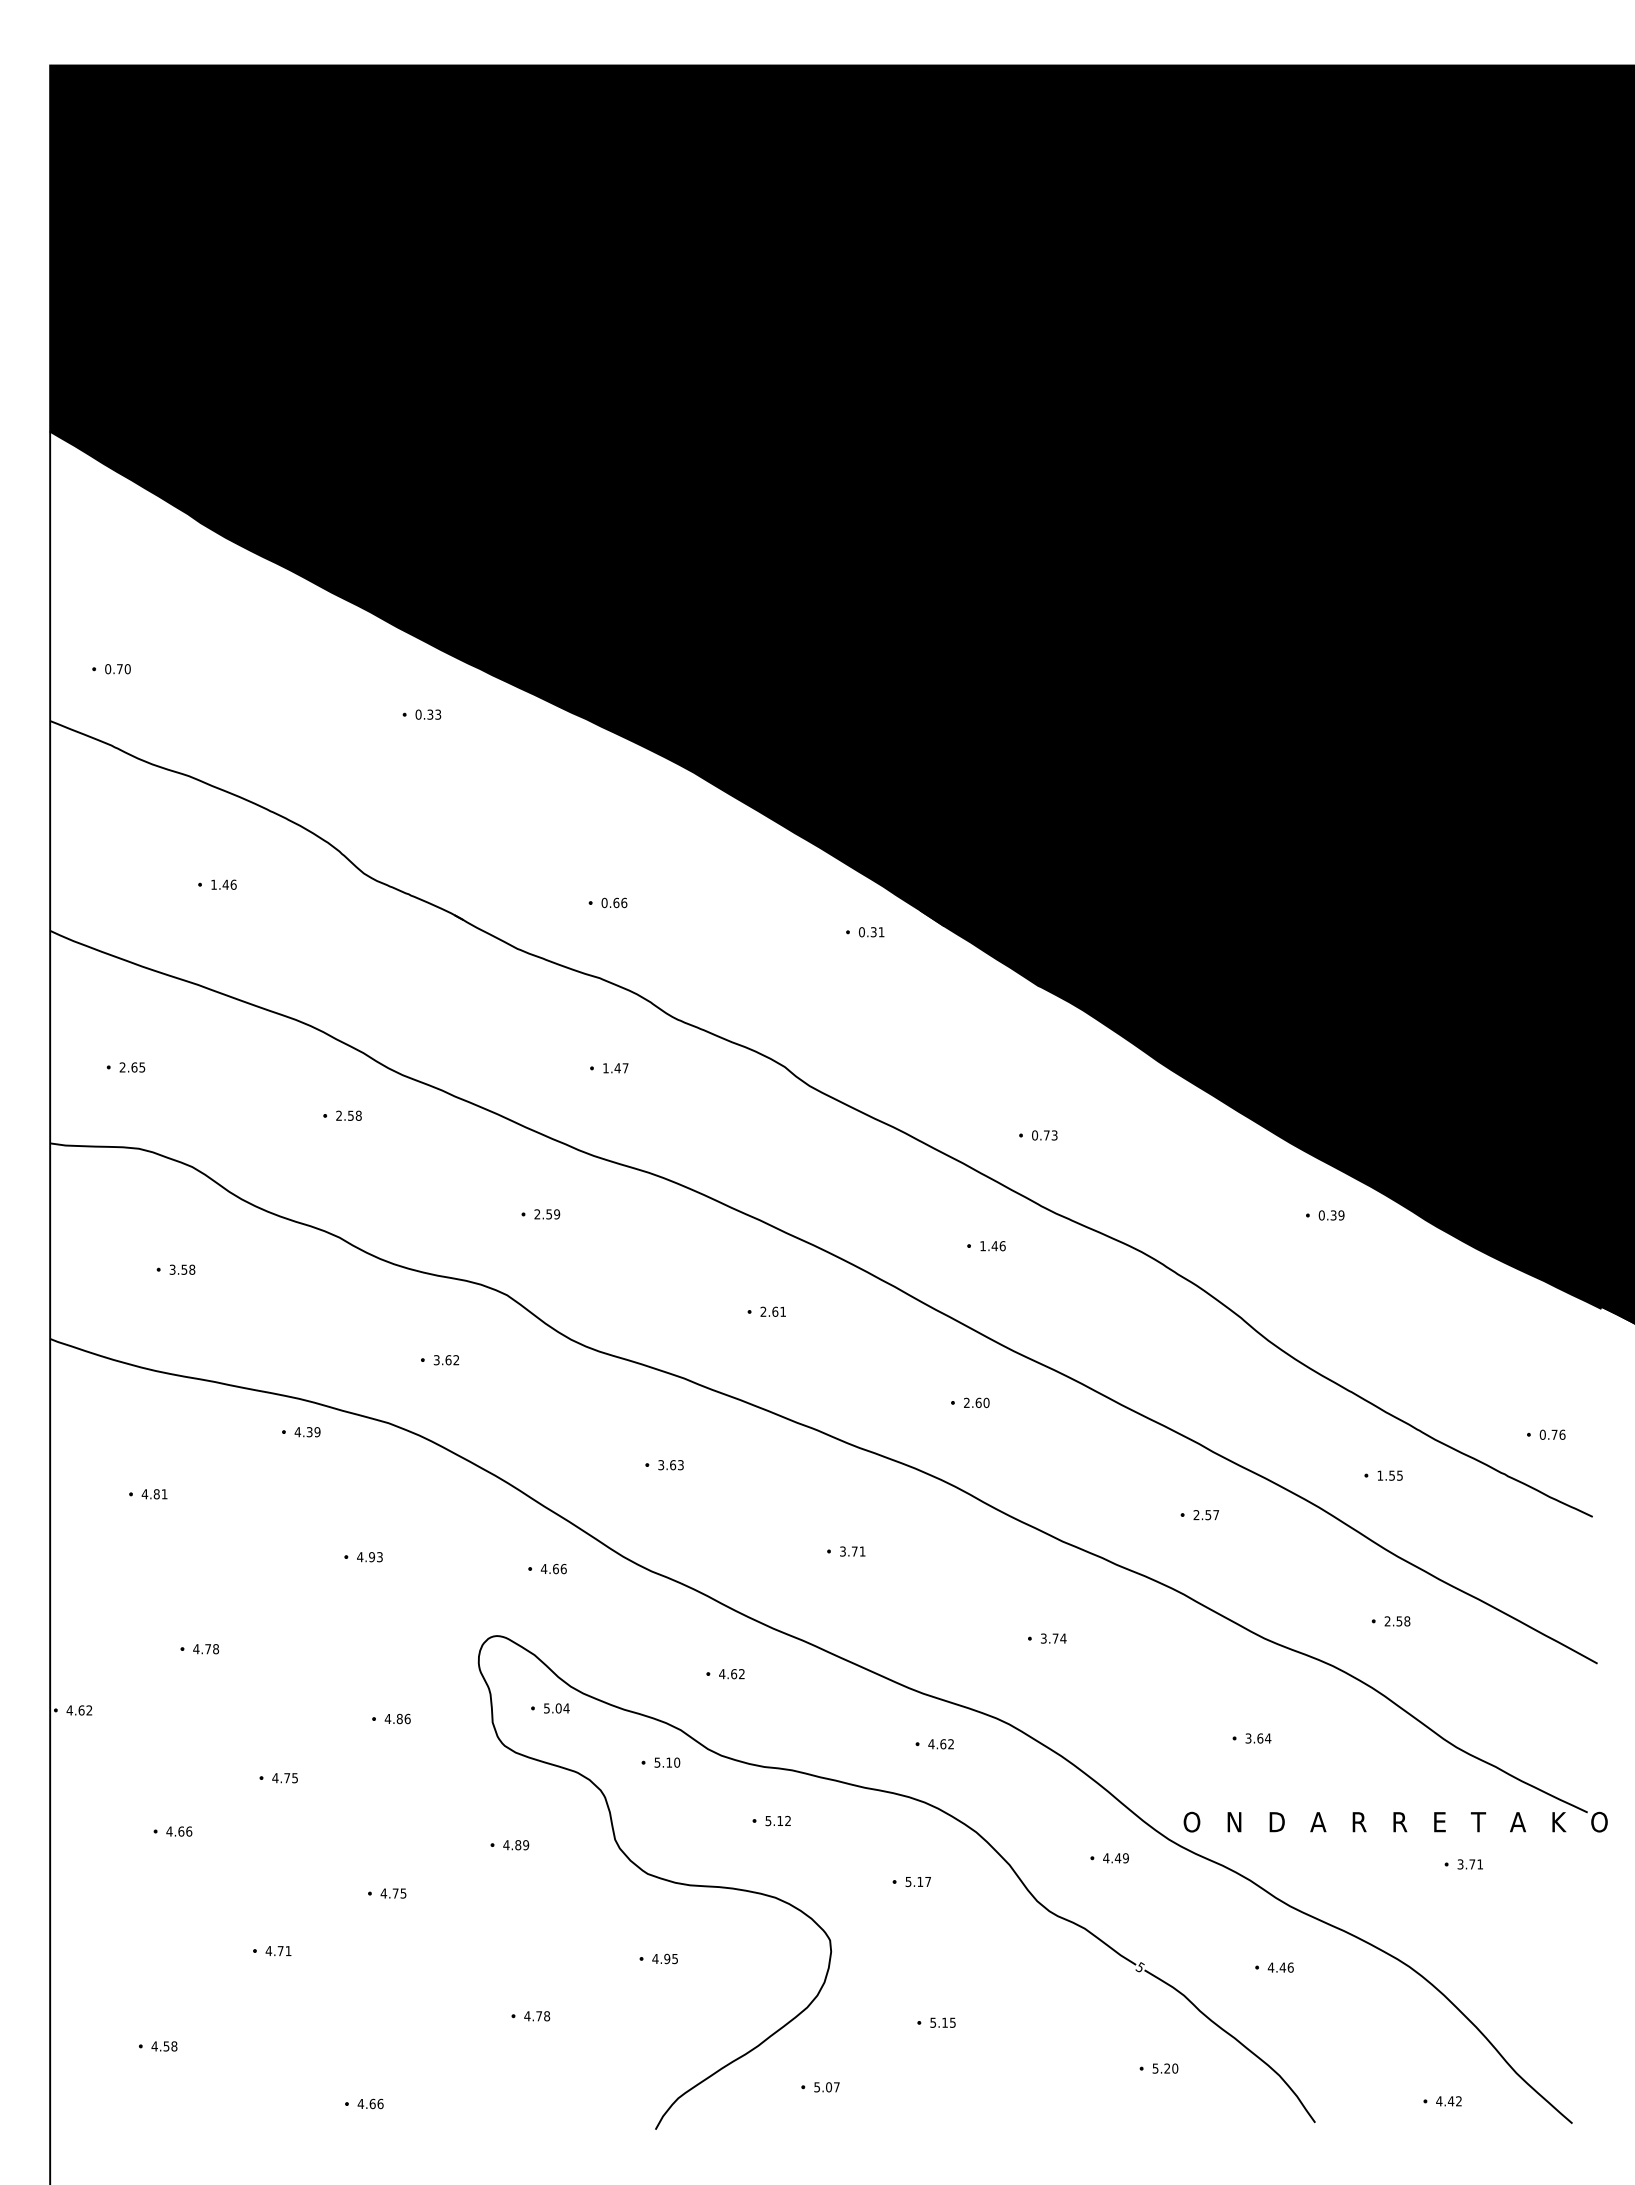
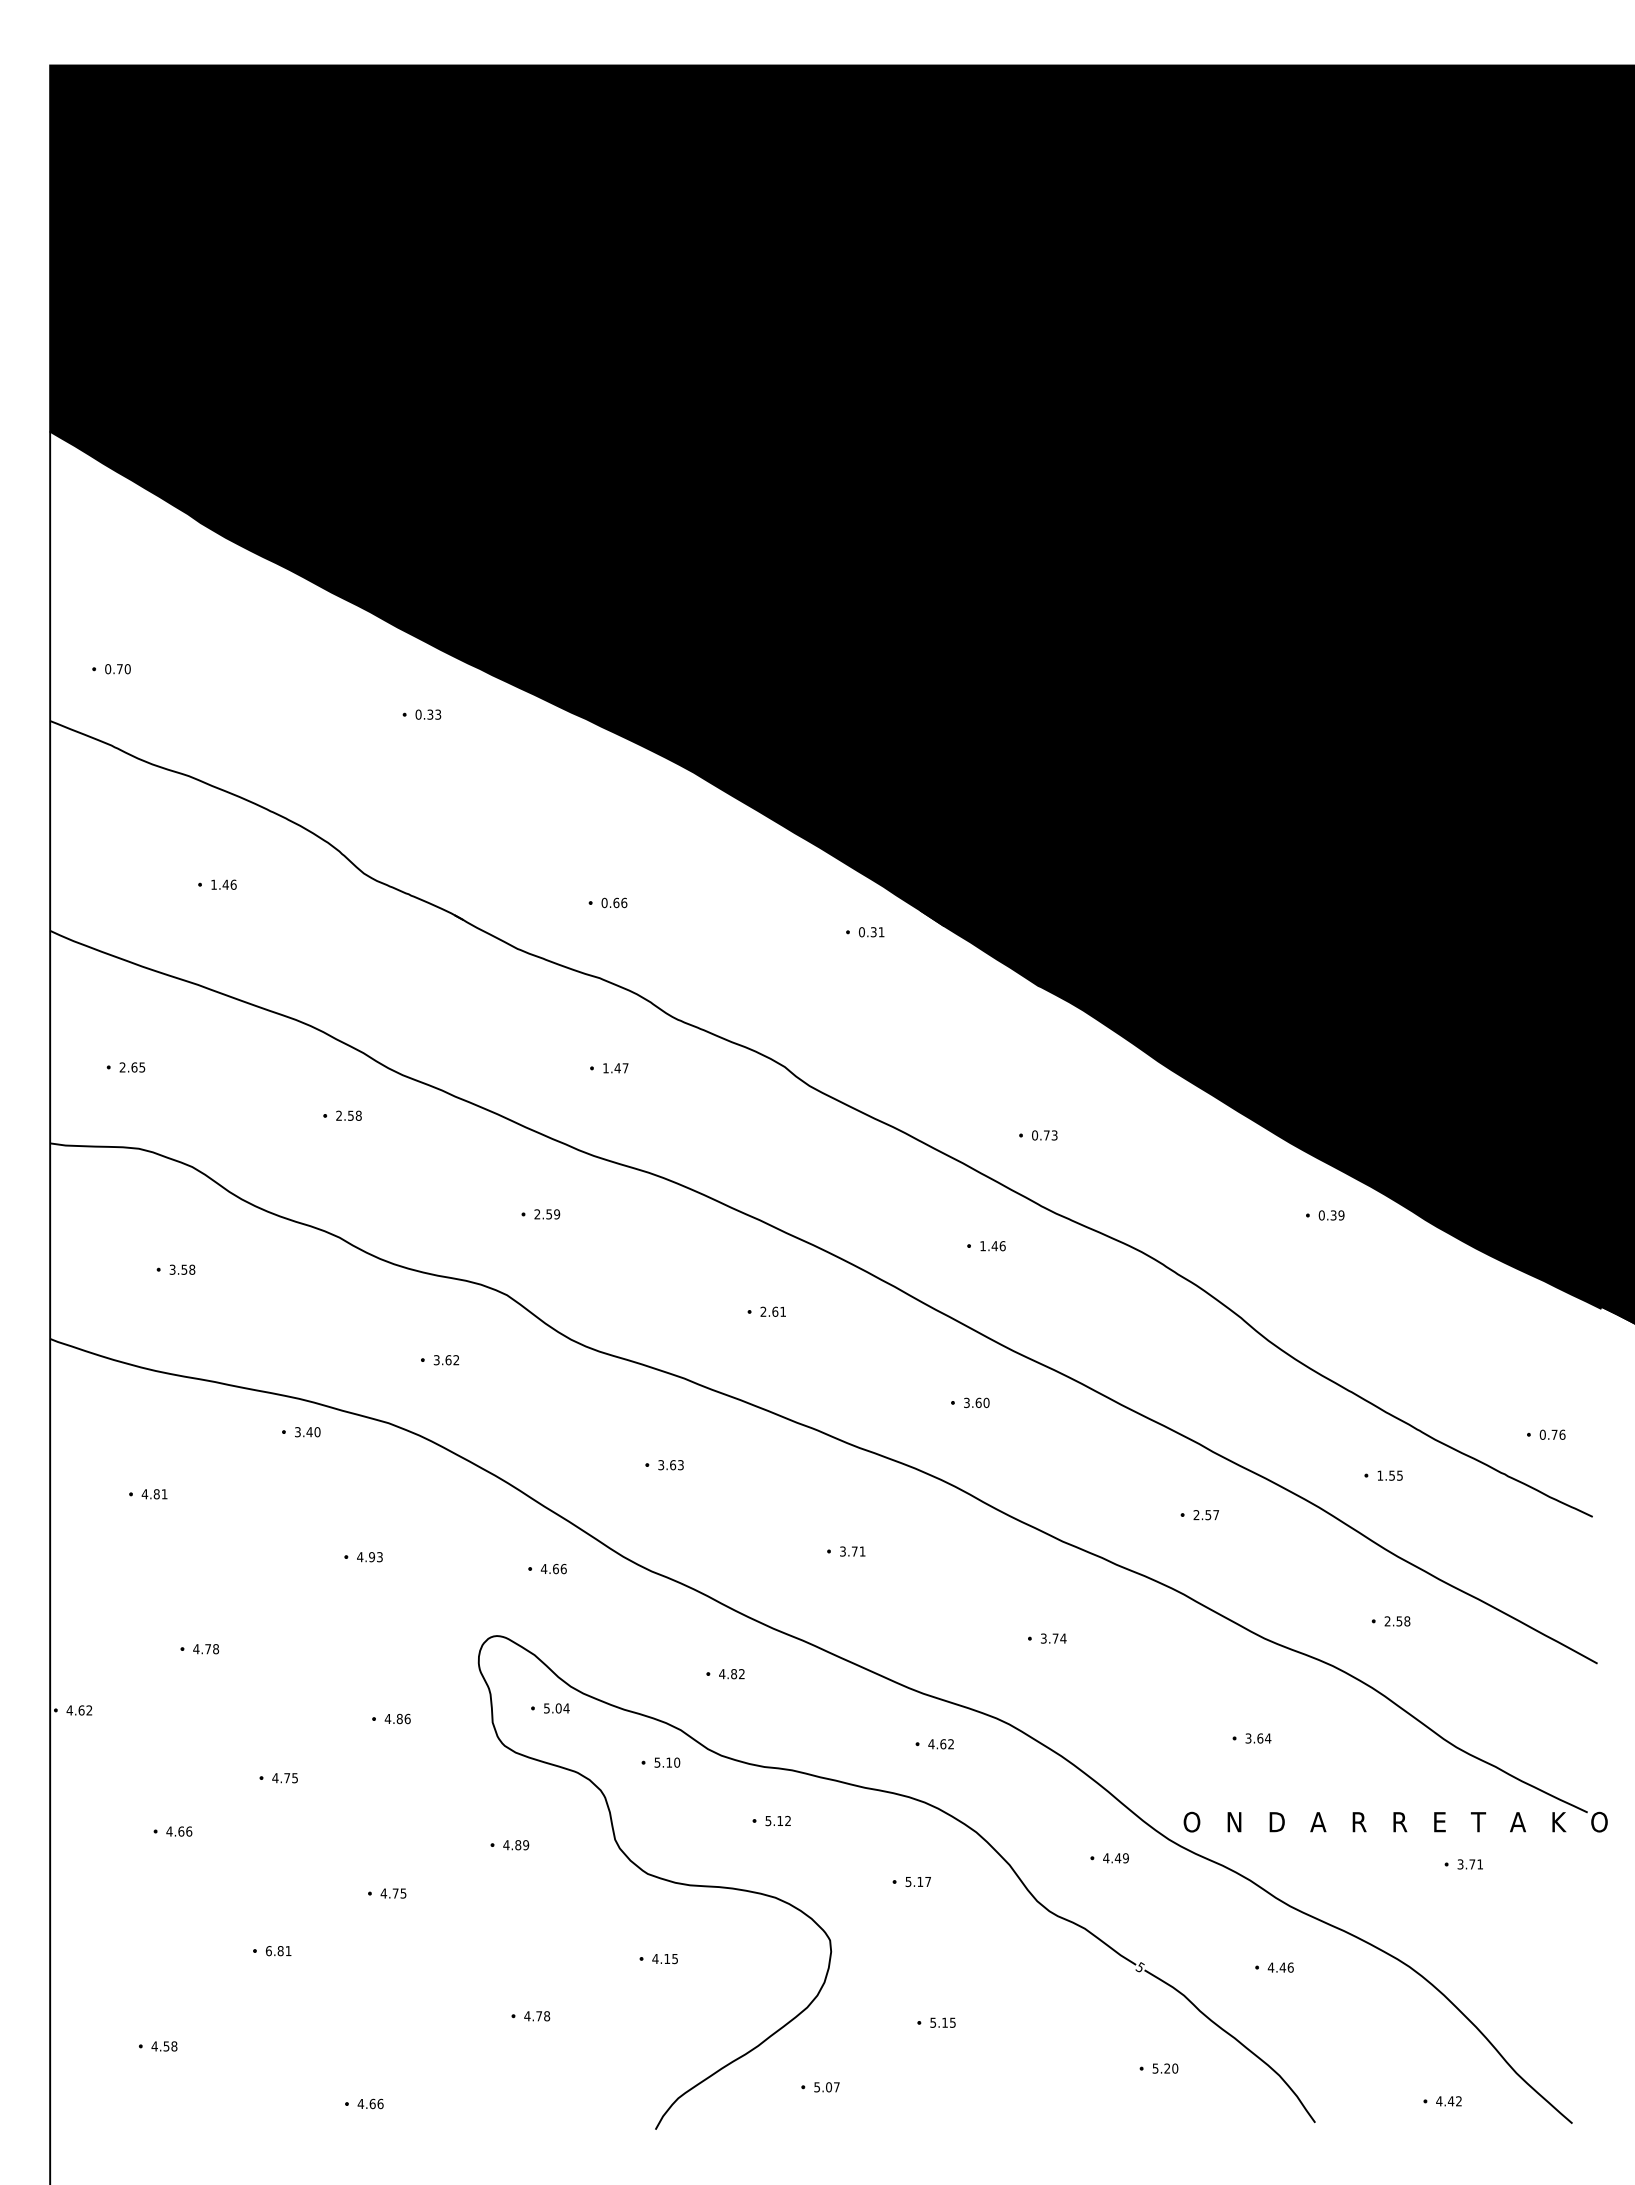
text at (966, 1403): 2.60 -> 3.60
text at (307, 1432): 4.39 -> 3.40
text at (734, 1673): 4.62 -> 4.82
text at (274, 1951): 4.71 -> 6.81
text at (667, 1958): 4.95 -> 4.15
